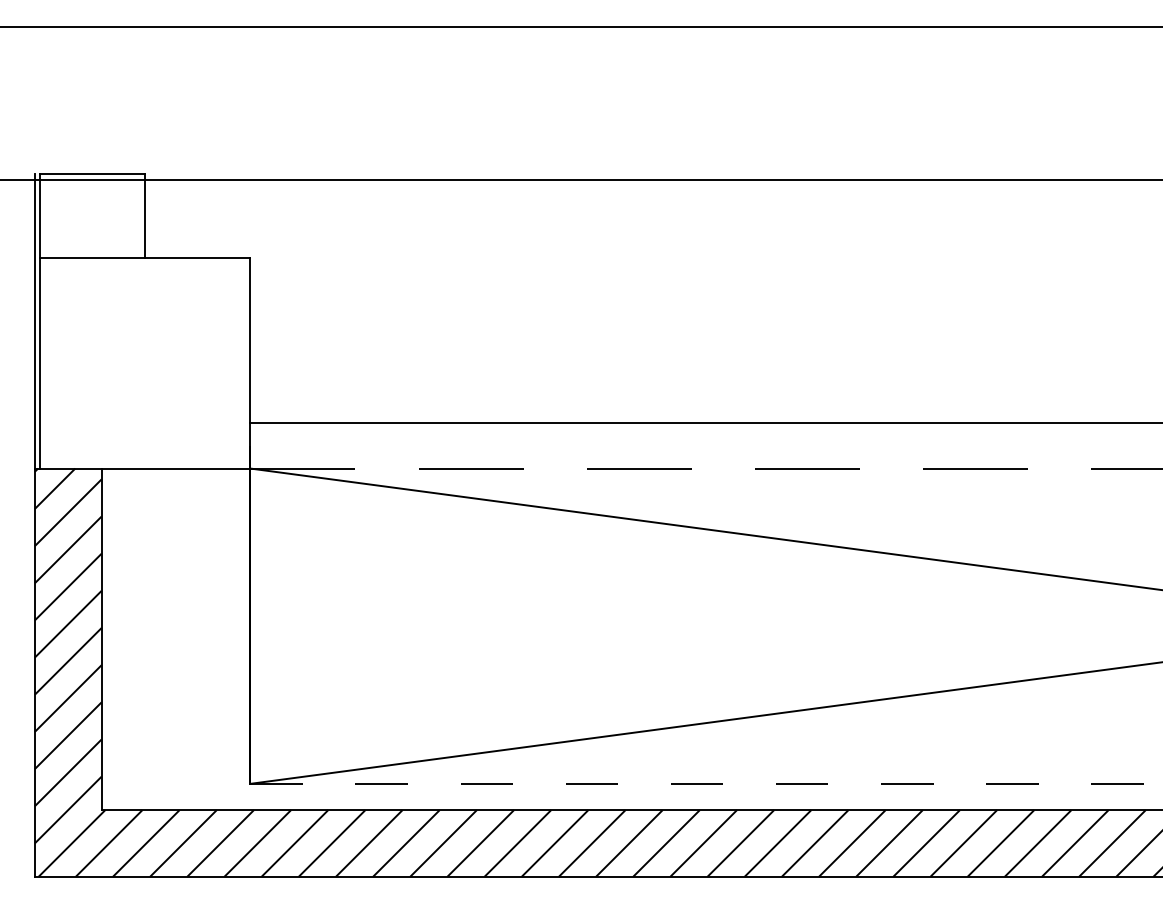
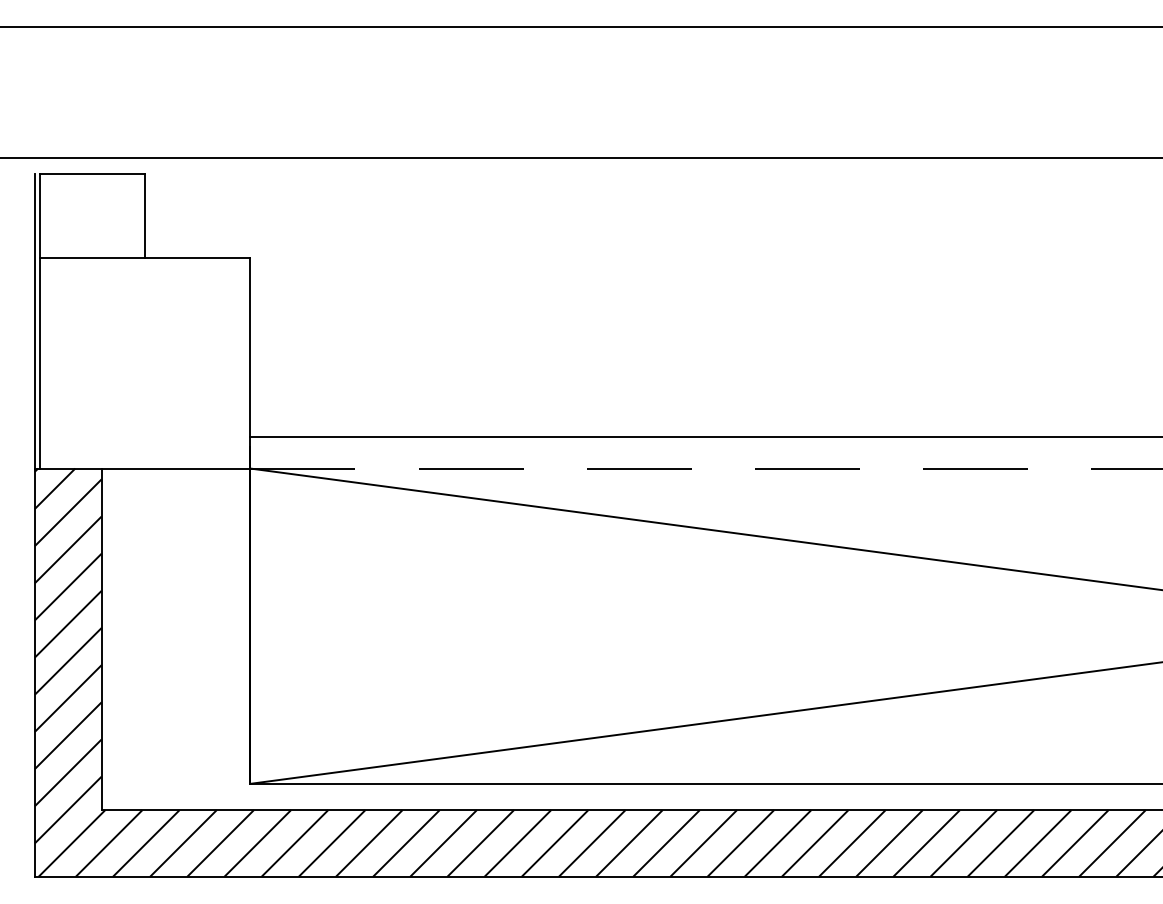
line at (580, 180) position: (580, 180) -> (580, 158)
line at (704, 423) position: (704, 423) -> (704, 437)
line at (706, 783): dashed -> solid
